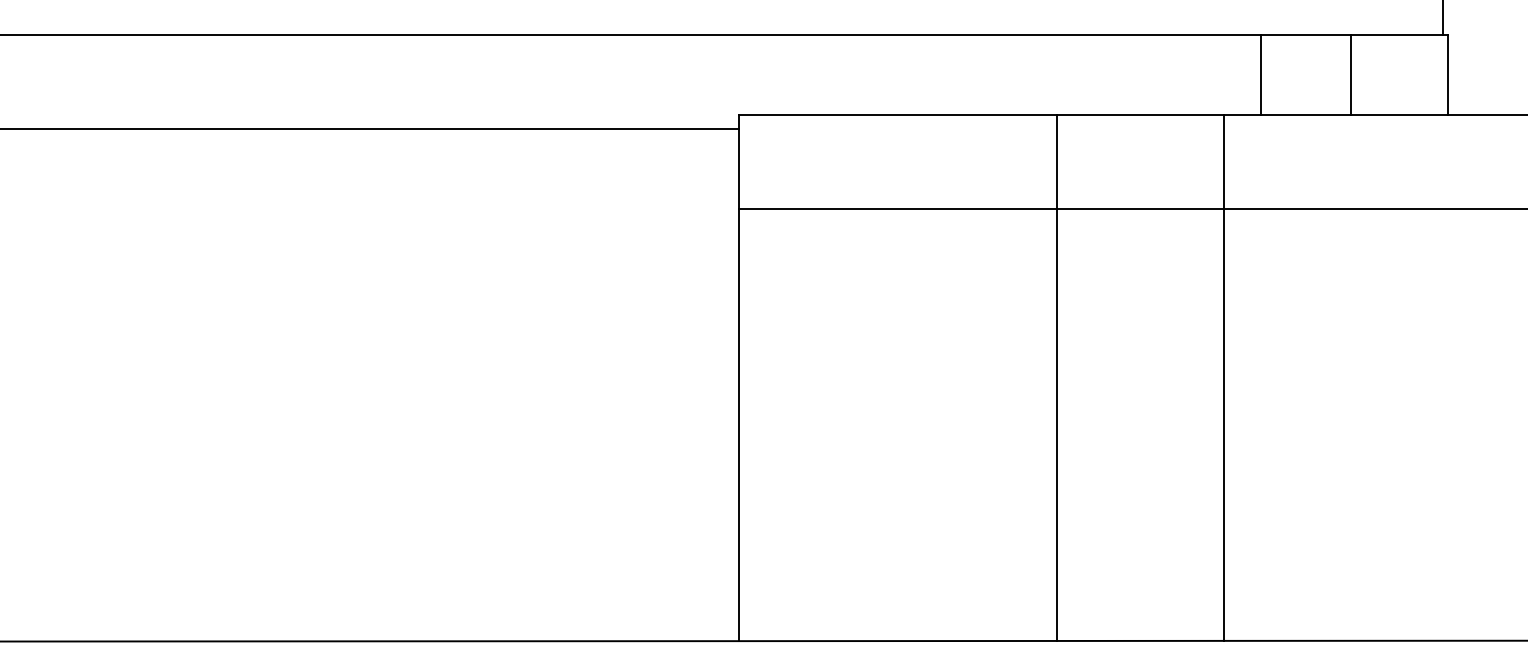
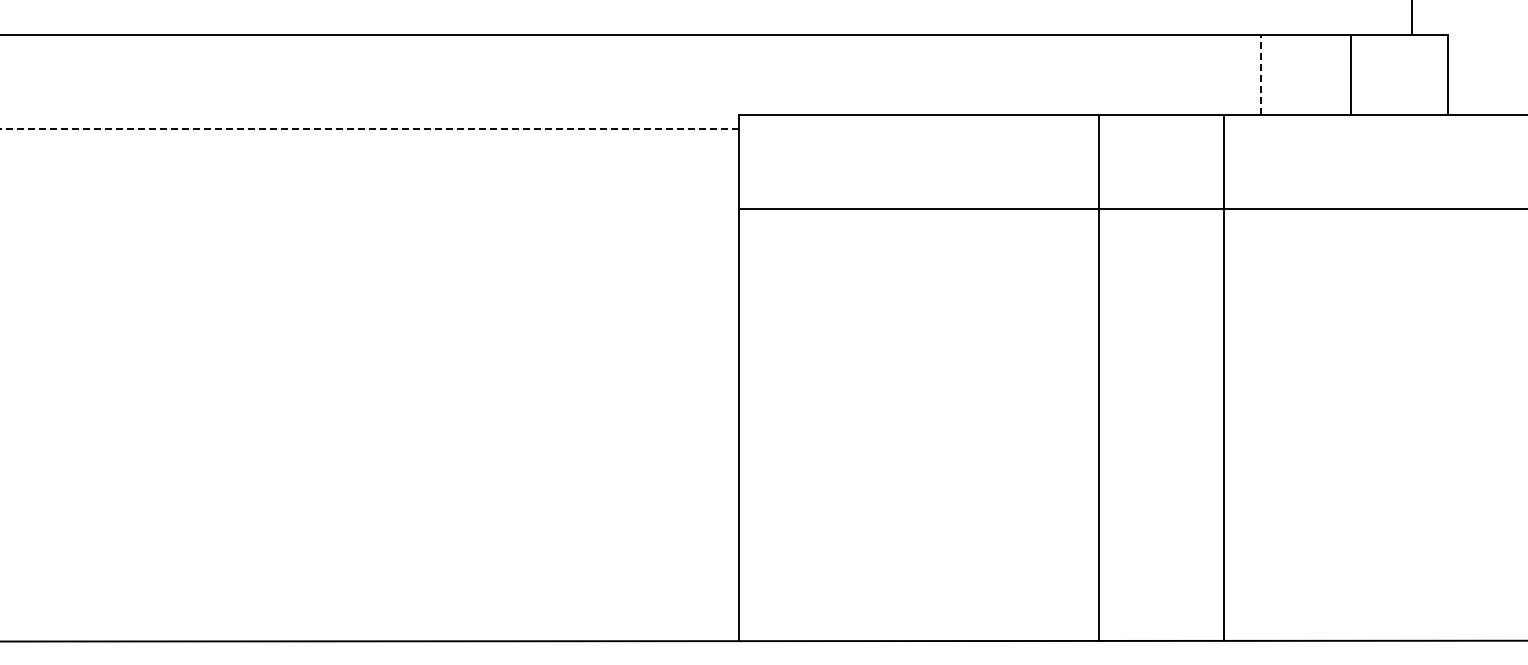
line at (1442, 18) position: (1442, 18) -> (1411, 18)
line at (1260, 74): solid -> dashed
line at (369, 128): solid -> dashed
line at (1057, 377) position: (1057, 377) -> (1099, 377)
